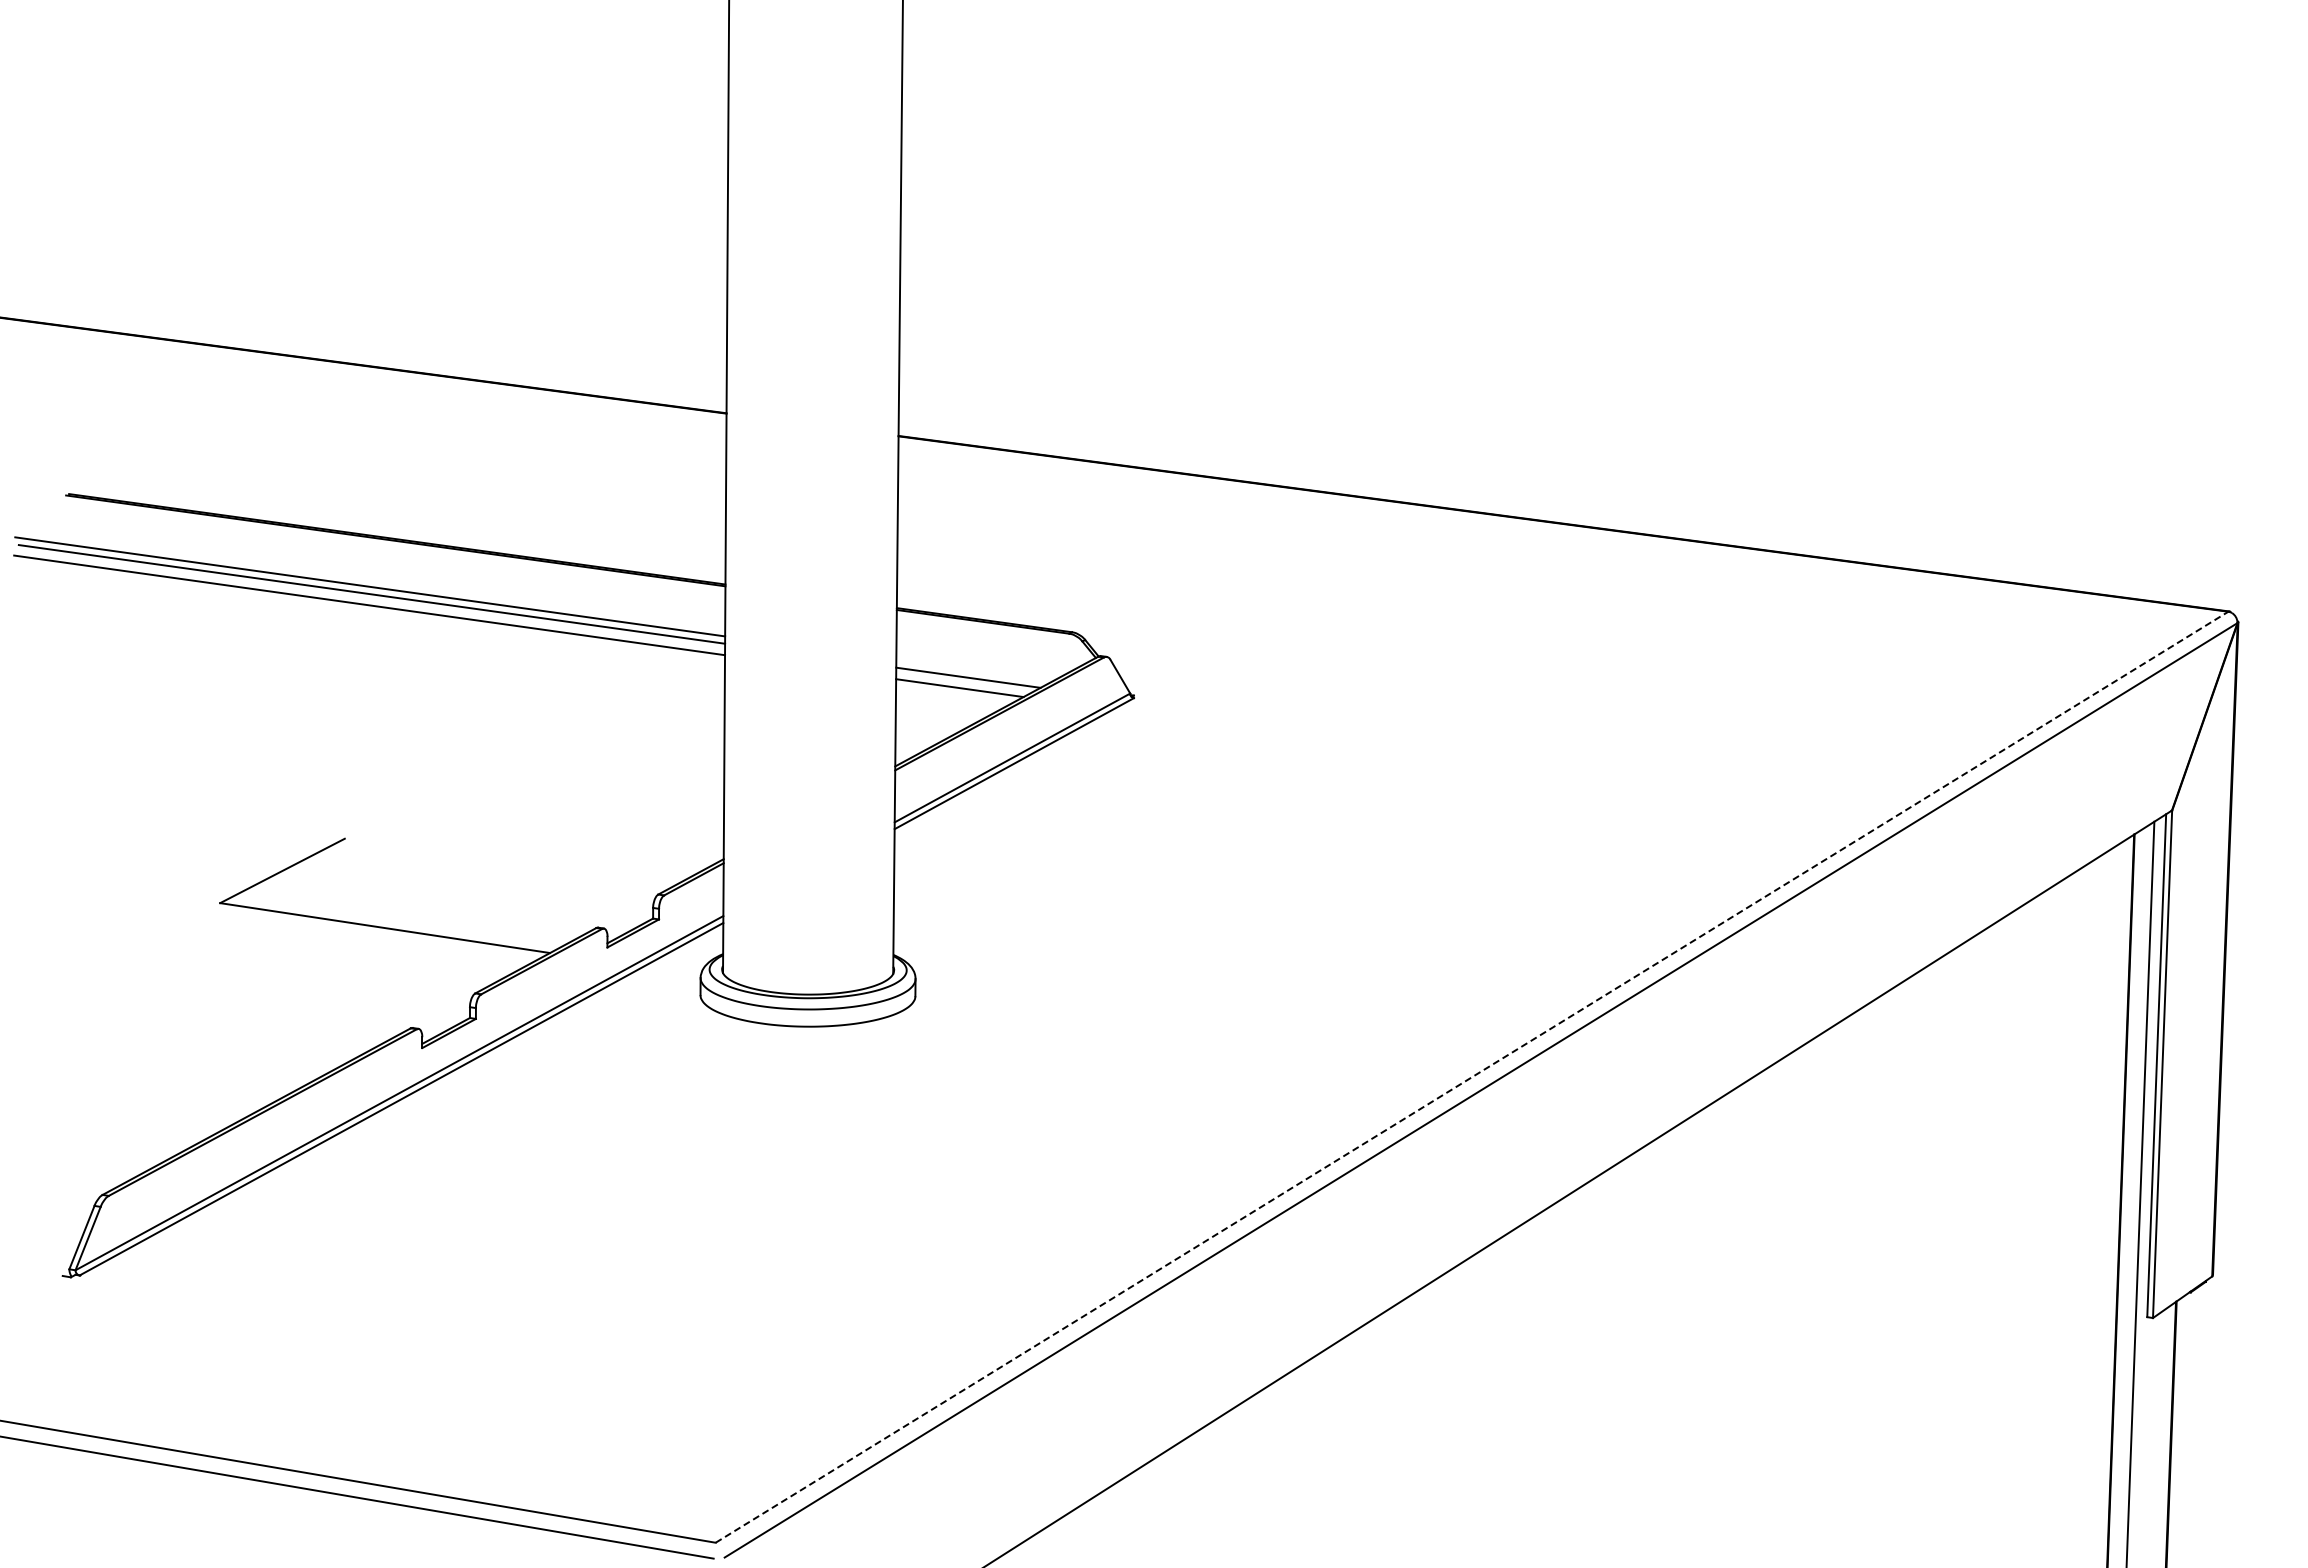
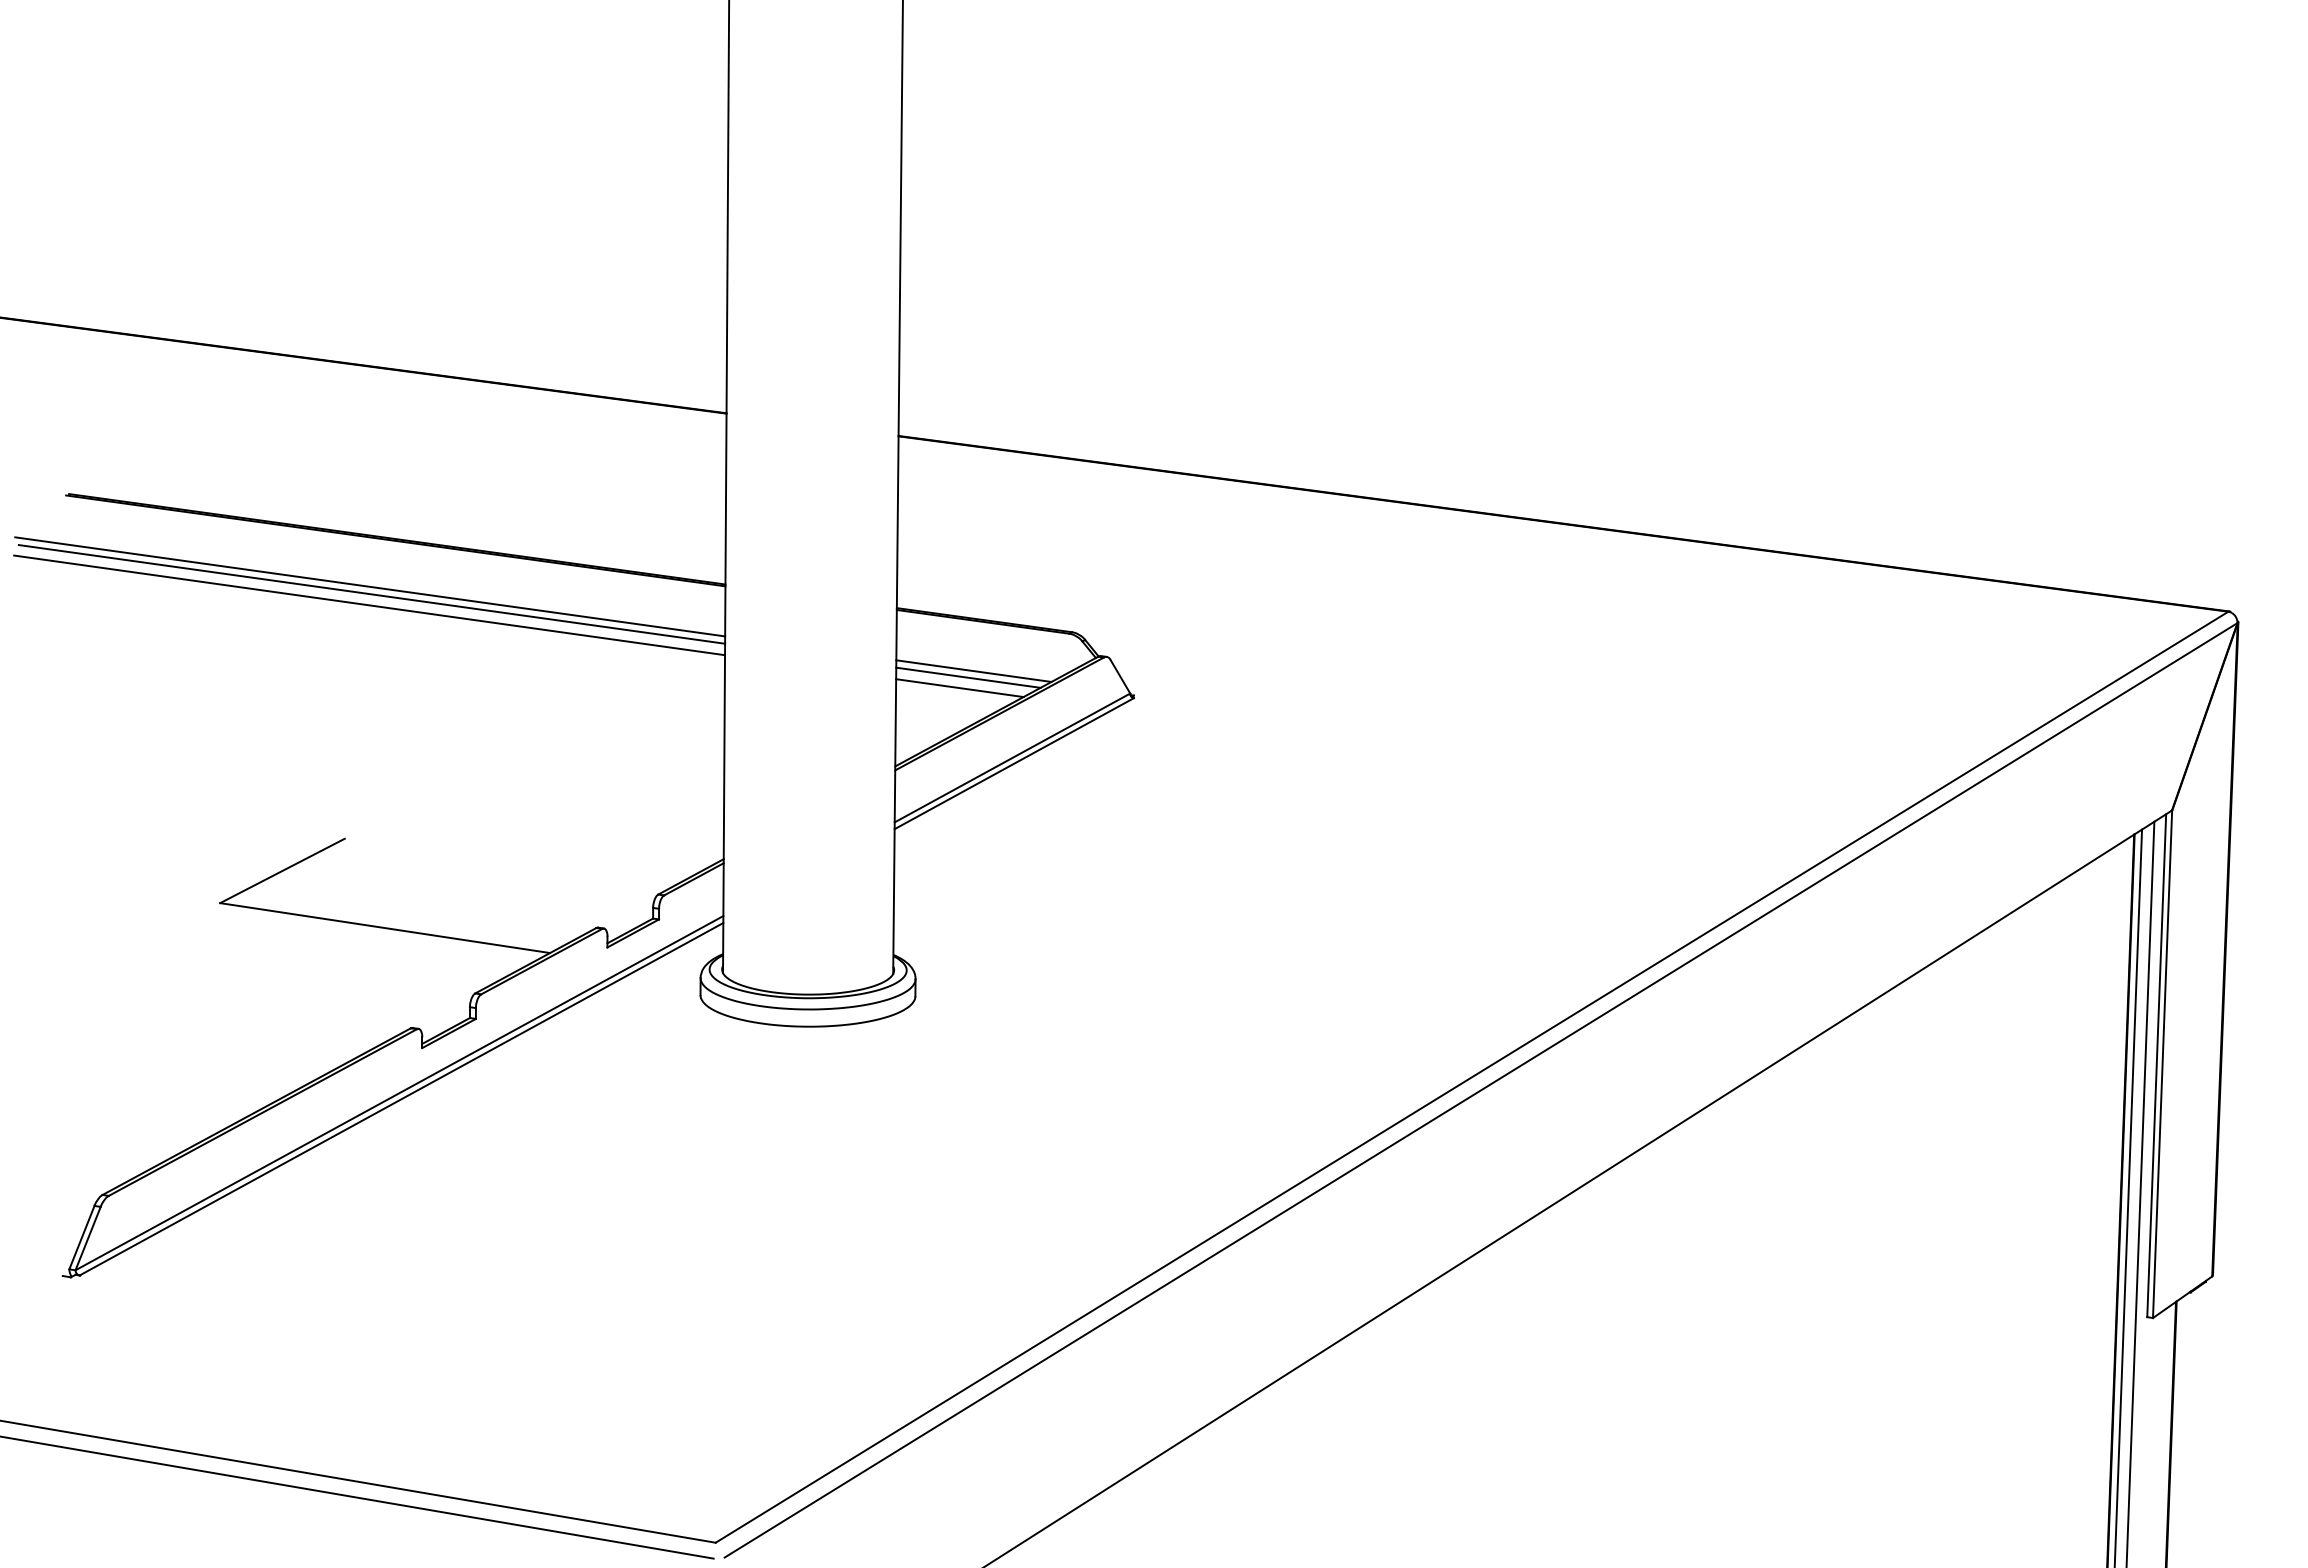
line at (973, 670): none -> present
line at (1472, 1076): dashed -> solid
line at (2128, 1196): none -> present
